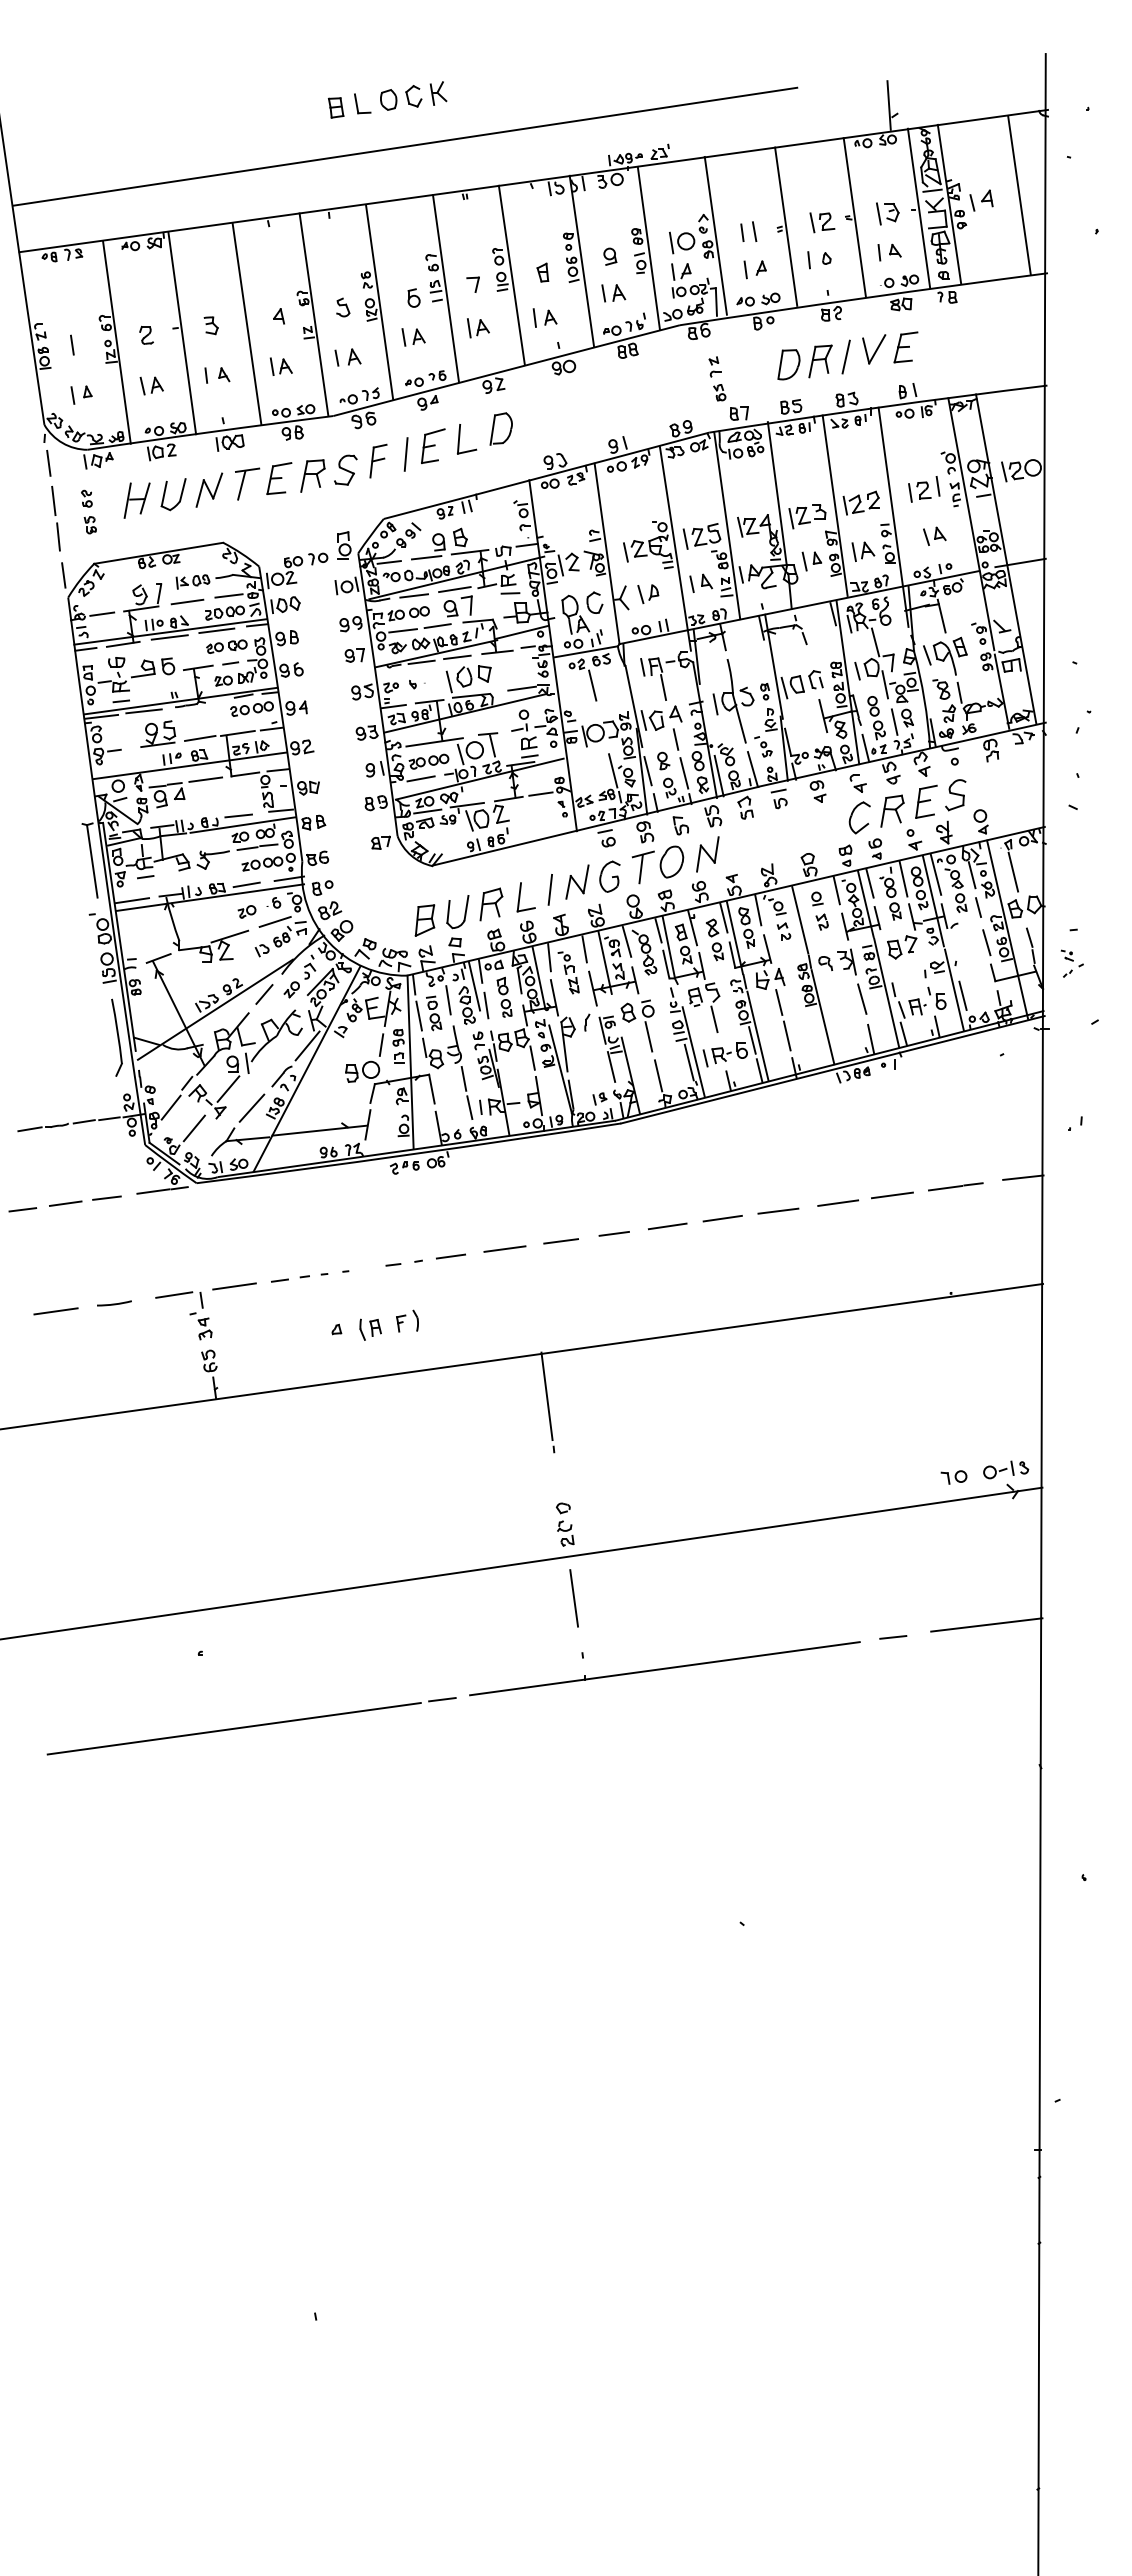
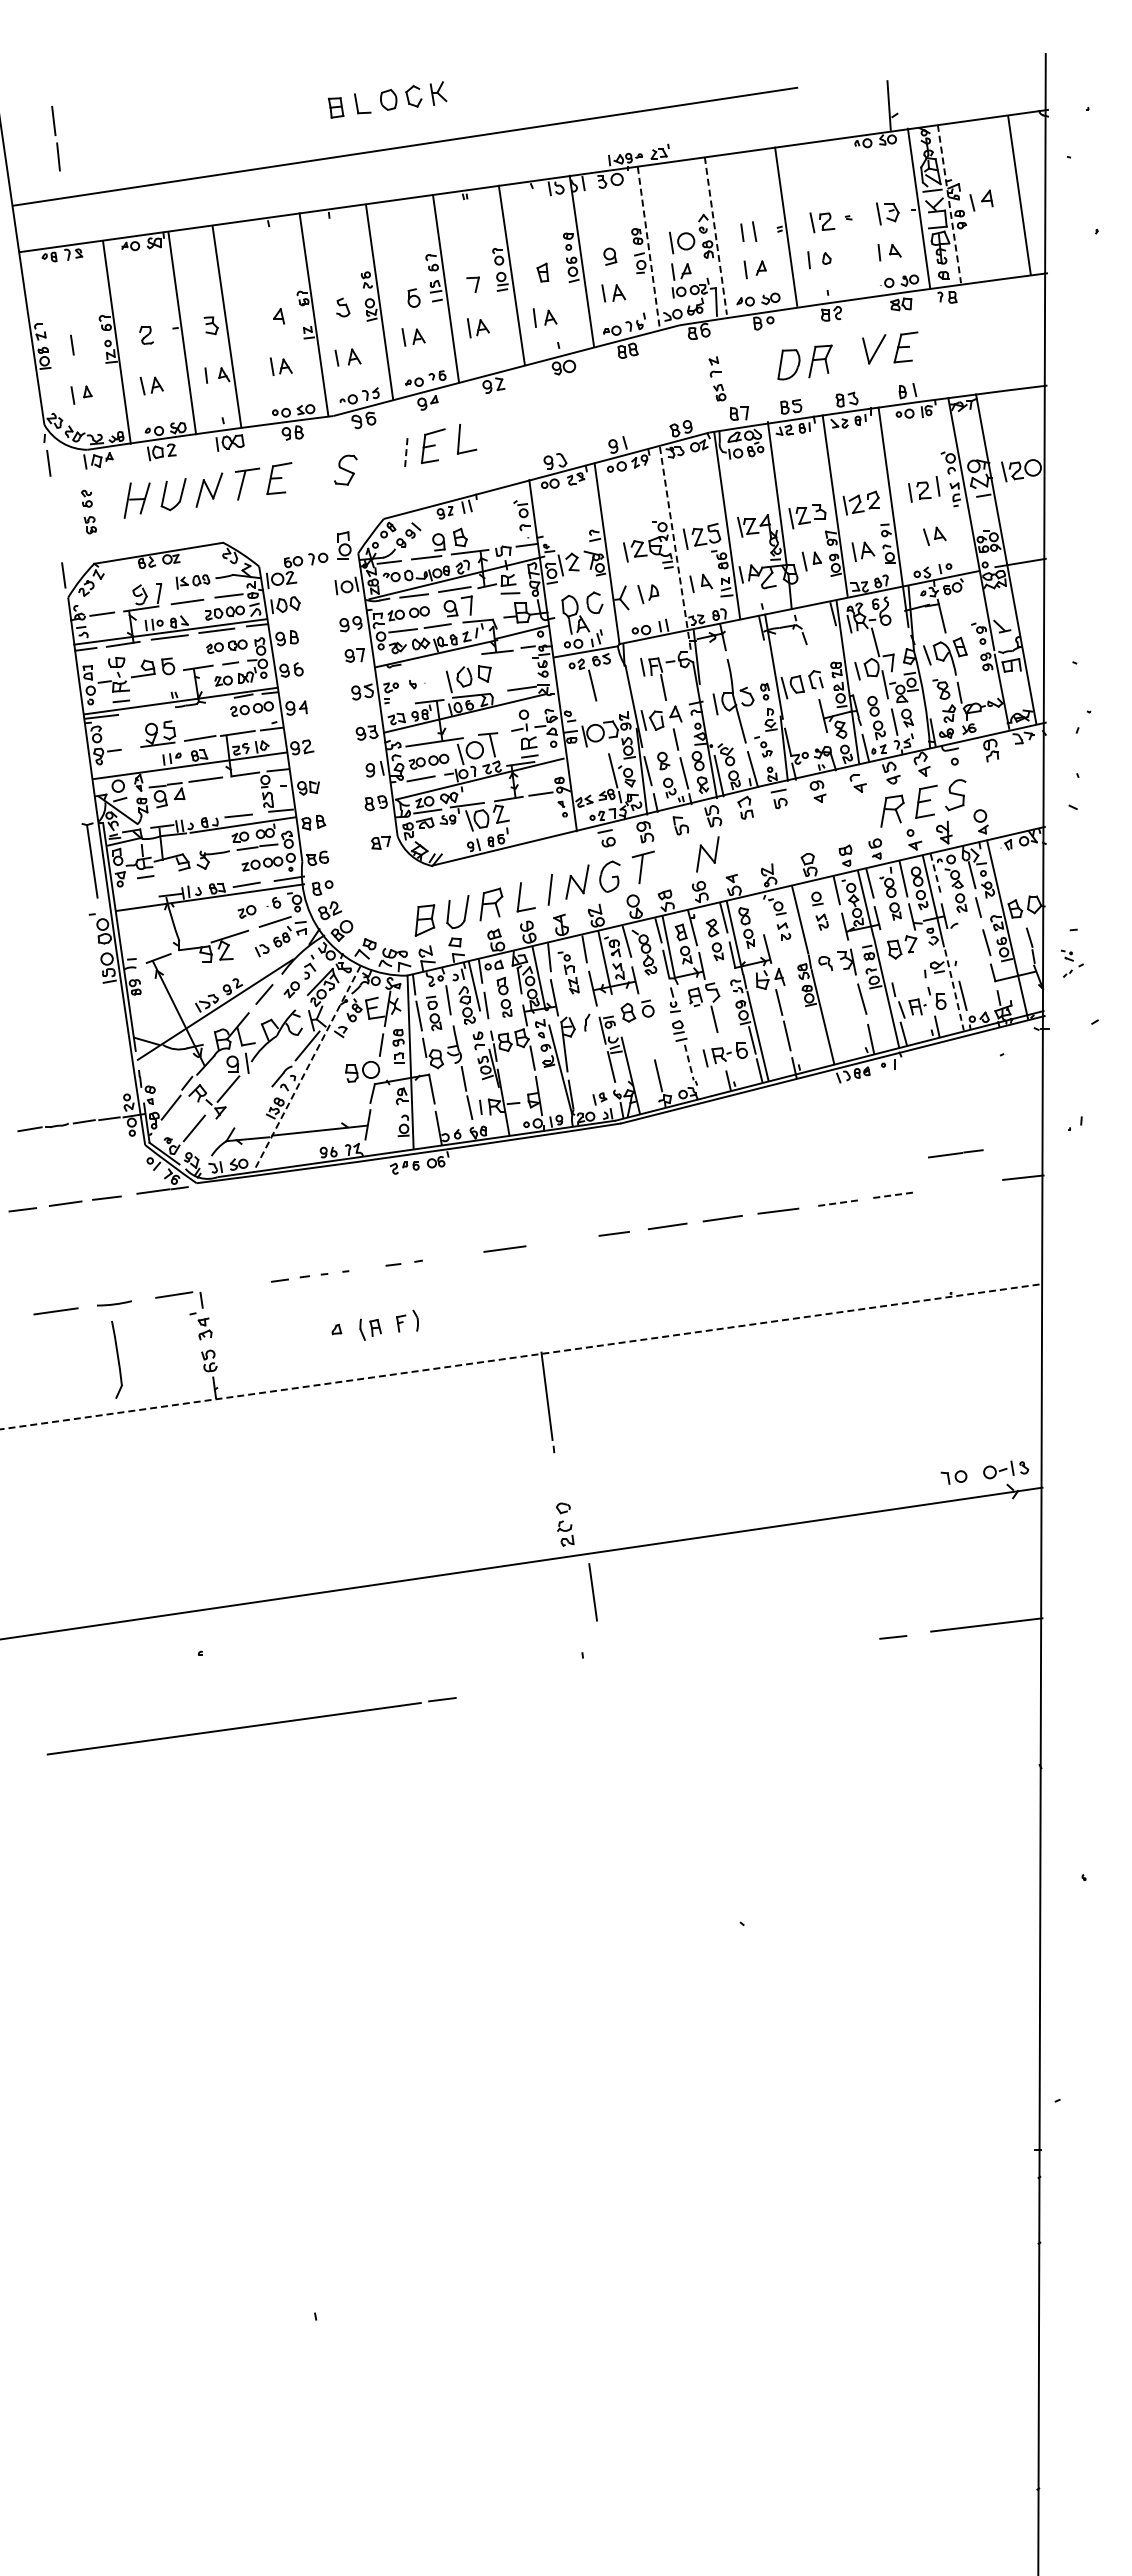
line at (949, 204): solid -> dashed
line at (854, 217): present -> none
line at (715, 235): solid -> dashed
line at (648, 248): solid -> dashed
line at (246, 323) position: (246, 323) -> (226, 326)
line at (845, 356): present -> none
part at (494, 427): present -> none
line at (406, 455): solid -> dashed
part at (378, 460): present -> none
part at (312, 475): present -> none
part at (55, 518) position: (55, 518) -> (55, 138)
line at (675, 549): solid -> dashed
line at (457, 657): present -> none
line at (421, 662): present -> none
line at (392, 706): present -> none
line at (143, 711): present -> none
part at (852, 816): present -> none
part at (671, 861): present -> none
line at (1013, 871): present -> none
line at (936, 874): solid -> dashed
line at (132, 900): present -> none
line at (758, 909): present -> none
line at (954, 990): solid -> dashed
line at (648, 1036): present -> none
part at (116, 1037) position: (116, 1037) -> (116, 1359)
line at (693, 1051): present -> none
line at (689, 1063): solid -> dashed
line at (307, 1068): solid -> dashed
line at (251, 1107): present -> none
line at (955, 1186) position: (955, 1186) -> (955, 1153)
line at (892, 1195): solid -> dashed
line at (838, 1203): solid -> dashed
line at (561, 1241): present -> none
line at (450, 1256): present -> none
line at (234, 1286): present -> none
line at (522, 1356): solid -> dashed
line at (573, 1598) position: (573, 1598) -> (592, 1592)
part at (664, 1668): present -> none
